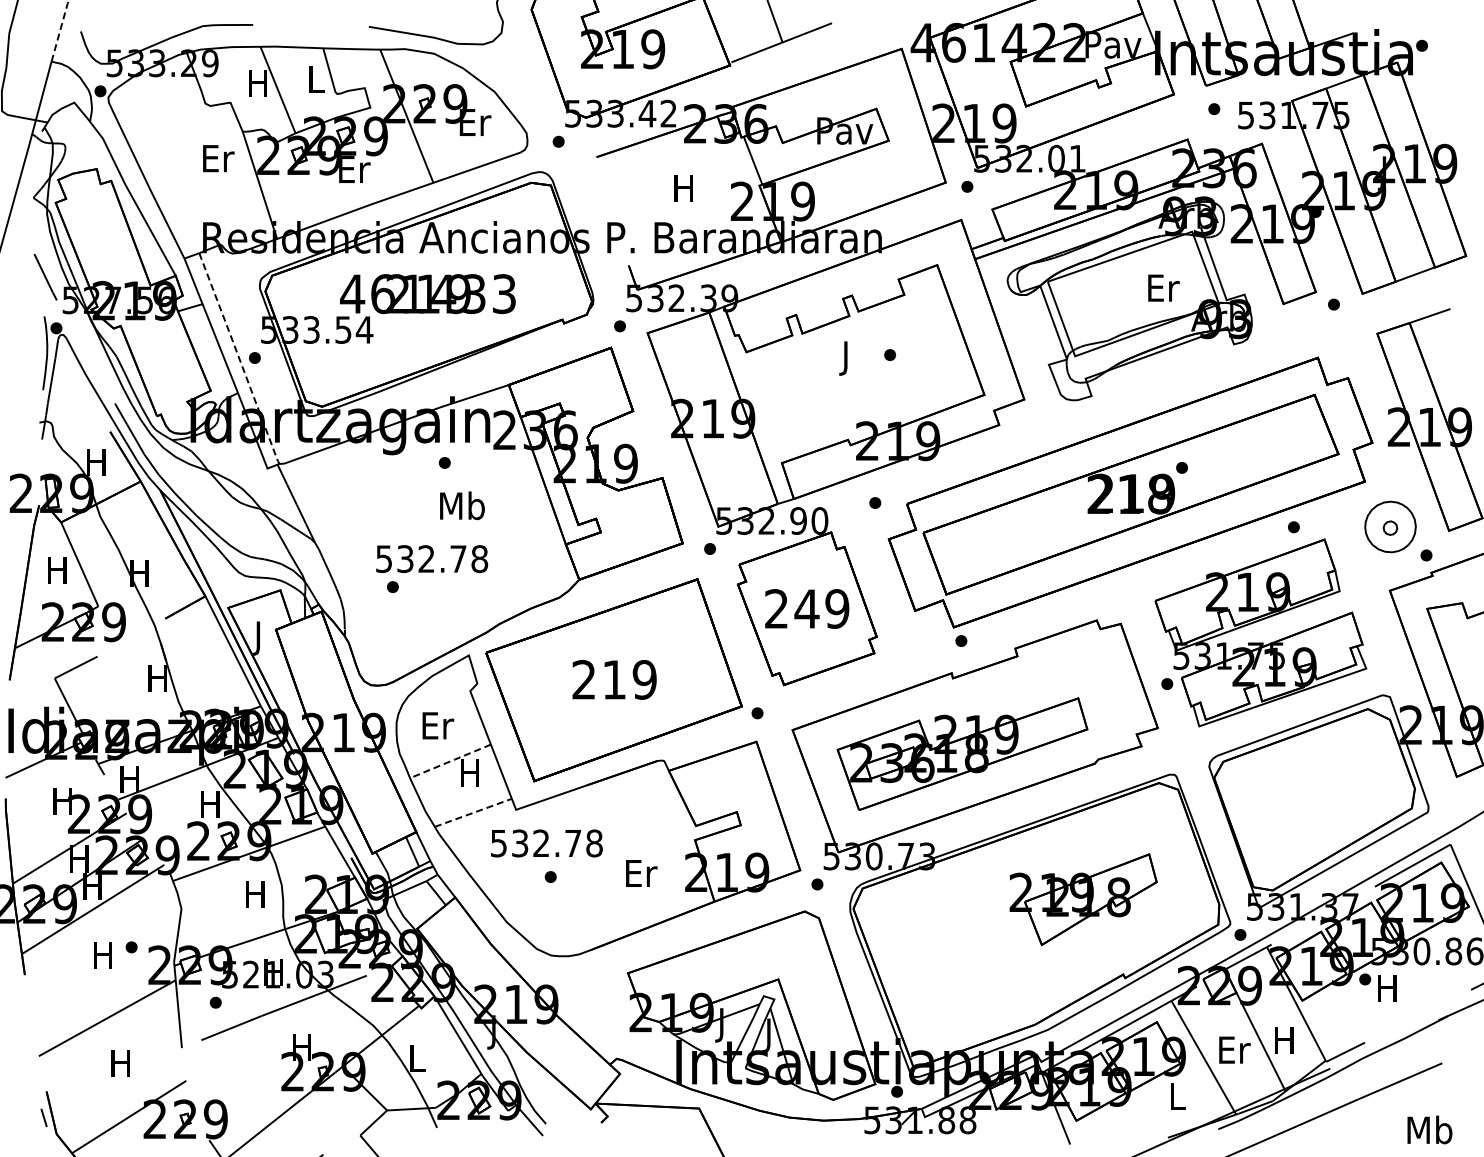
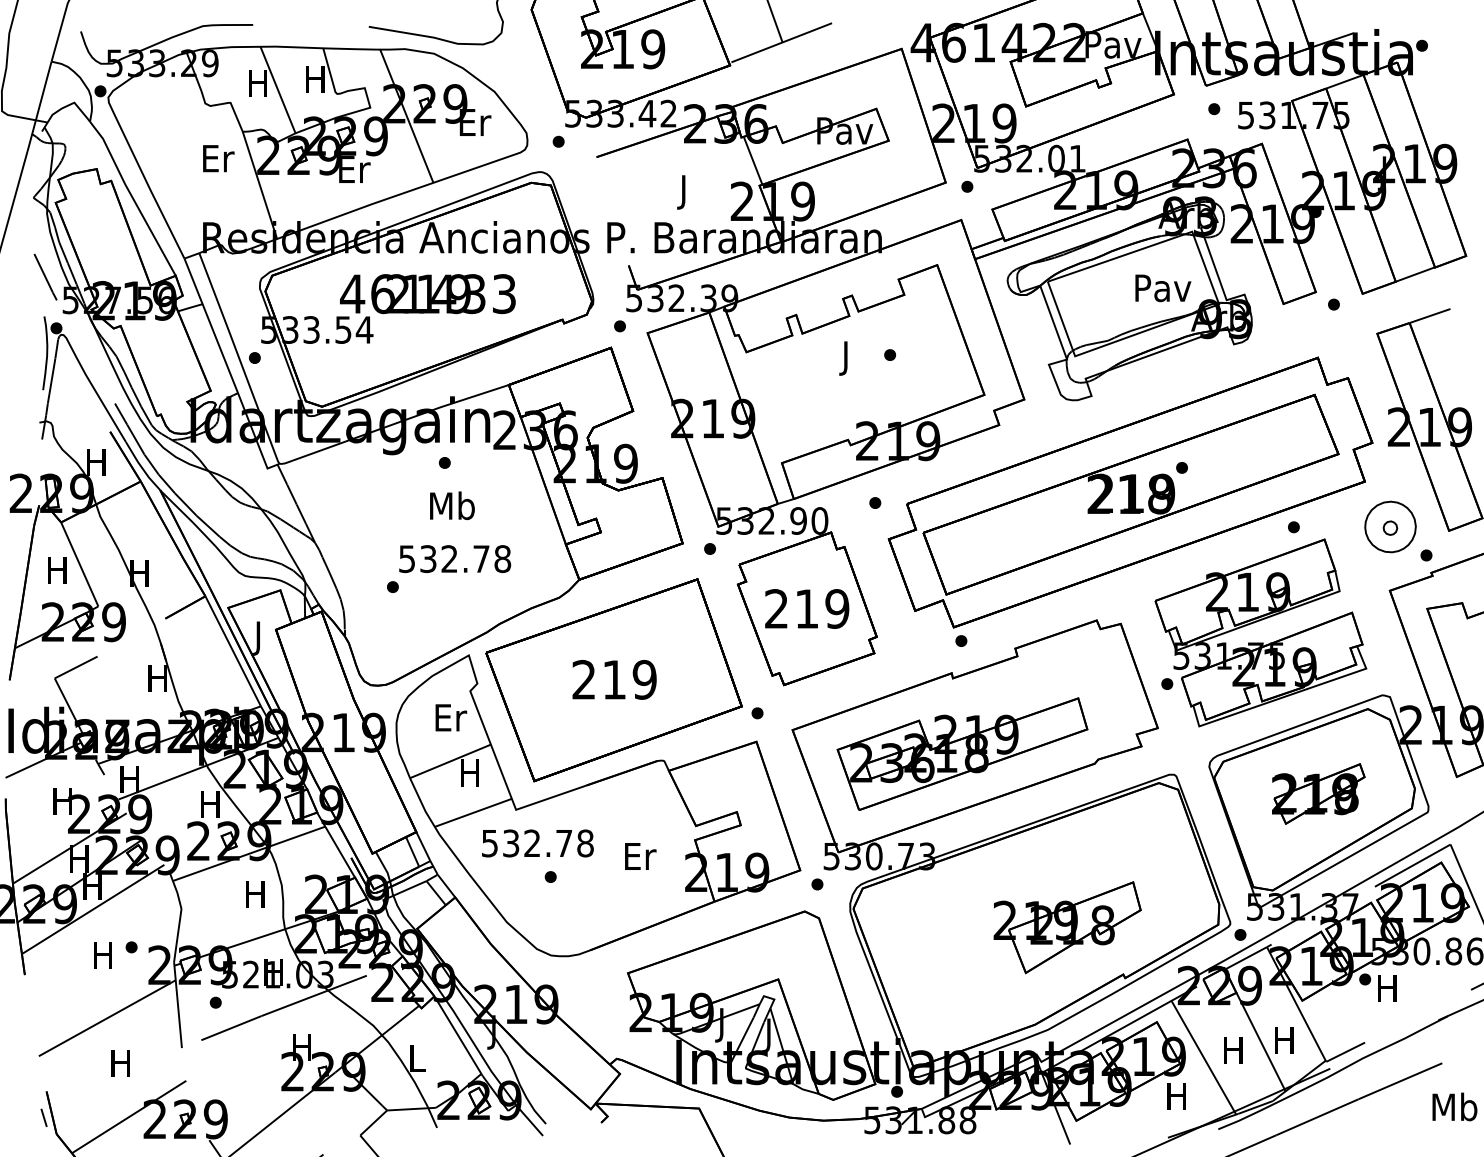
line at (60, 30): dashed -> solid
text at (315, 79): L -> H
text at (683, 192): H -> J
text at (1163, 288): Er -> Pav
line at (239, 359): dashed -> solid
text at (462, 505) position: (462, 505) -> (452, 505)
text at (432, 559) position: (432, 559) -> (455, 559)
text at (806, 608): 249 -> 219
text at (438, 725) position: (438, 725) -> (451, 717)
line at (450, 761): dashed -> solid
part at (1318, 793): none -> present
line at (473, 812): dashed -> solid
text at (546, 843) position: (546, 843) -> (537, 843)
text at (641, 873) position: (641, 873) -> (640, 856)
part at (1083, 899) position: (1083, 899) -> (1067, 927)
text at (1234, 1049): Er -> H
text at (1176, 1096): L -> H
text at (1429, 1129) position: (1429, 1129) -> (1454, 1106)
